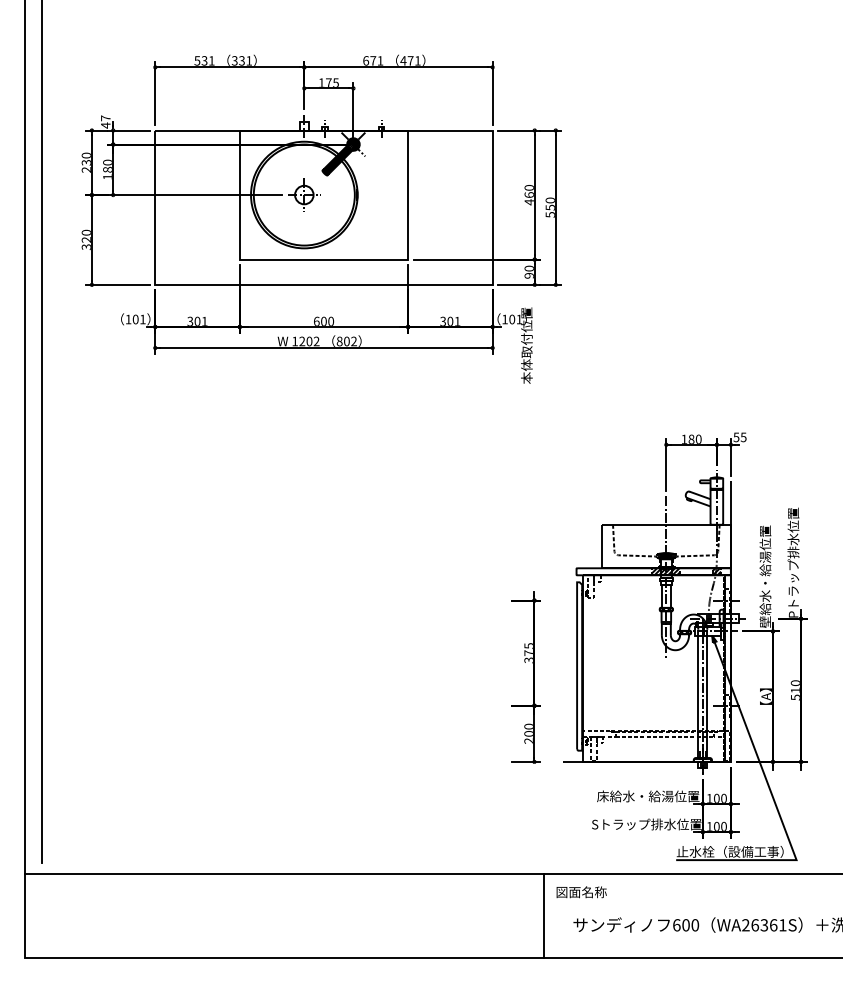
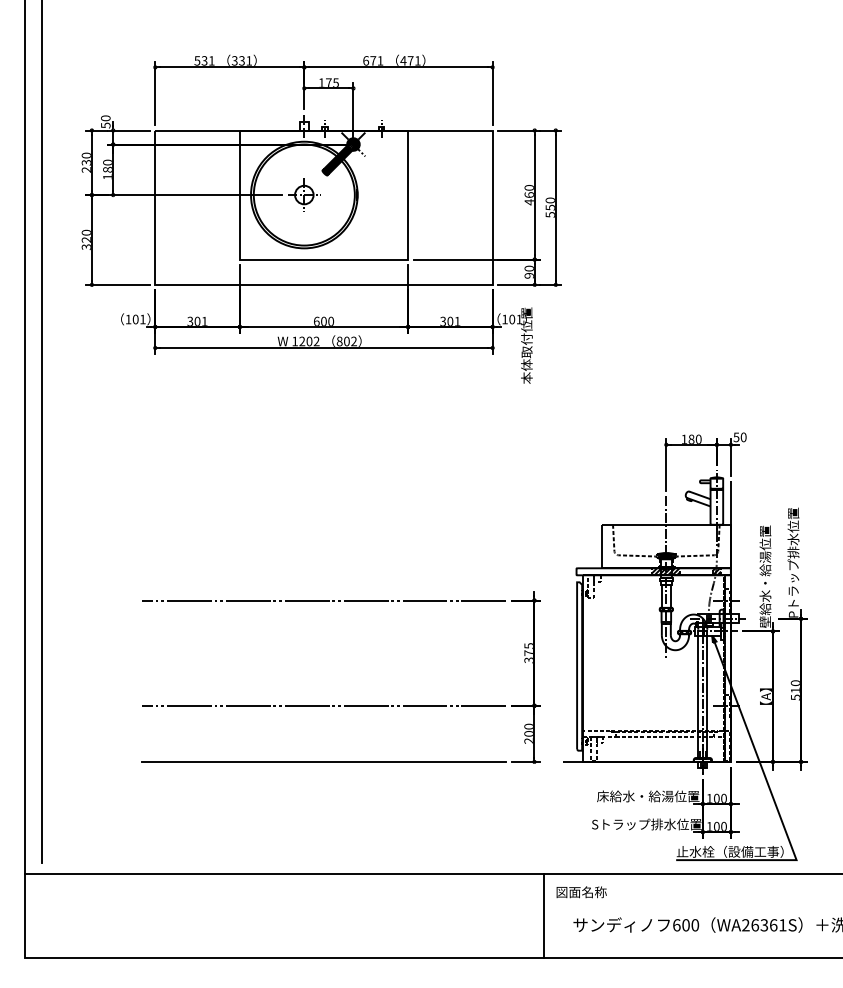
text at (105, 121): 47 -> 50
text at (743, 437): 55 -> 50
line at (323, 600): none -> present
line at (323, 705): none -> present
line at (323, 761): none -> present
